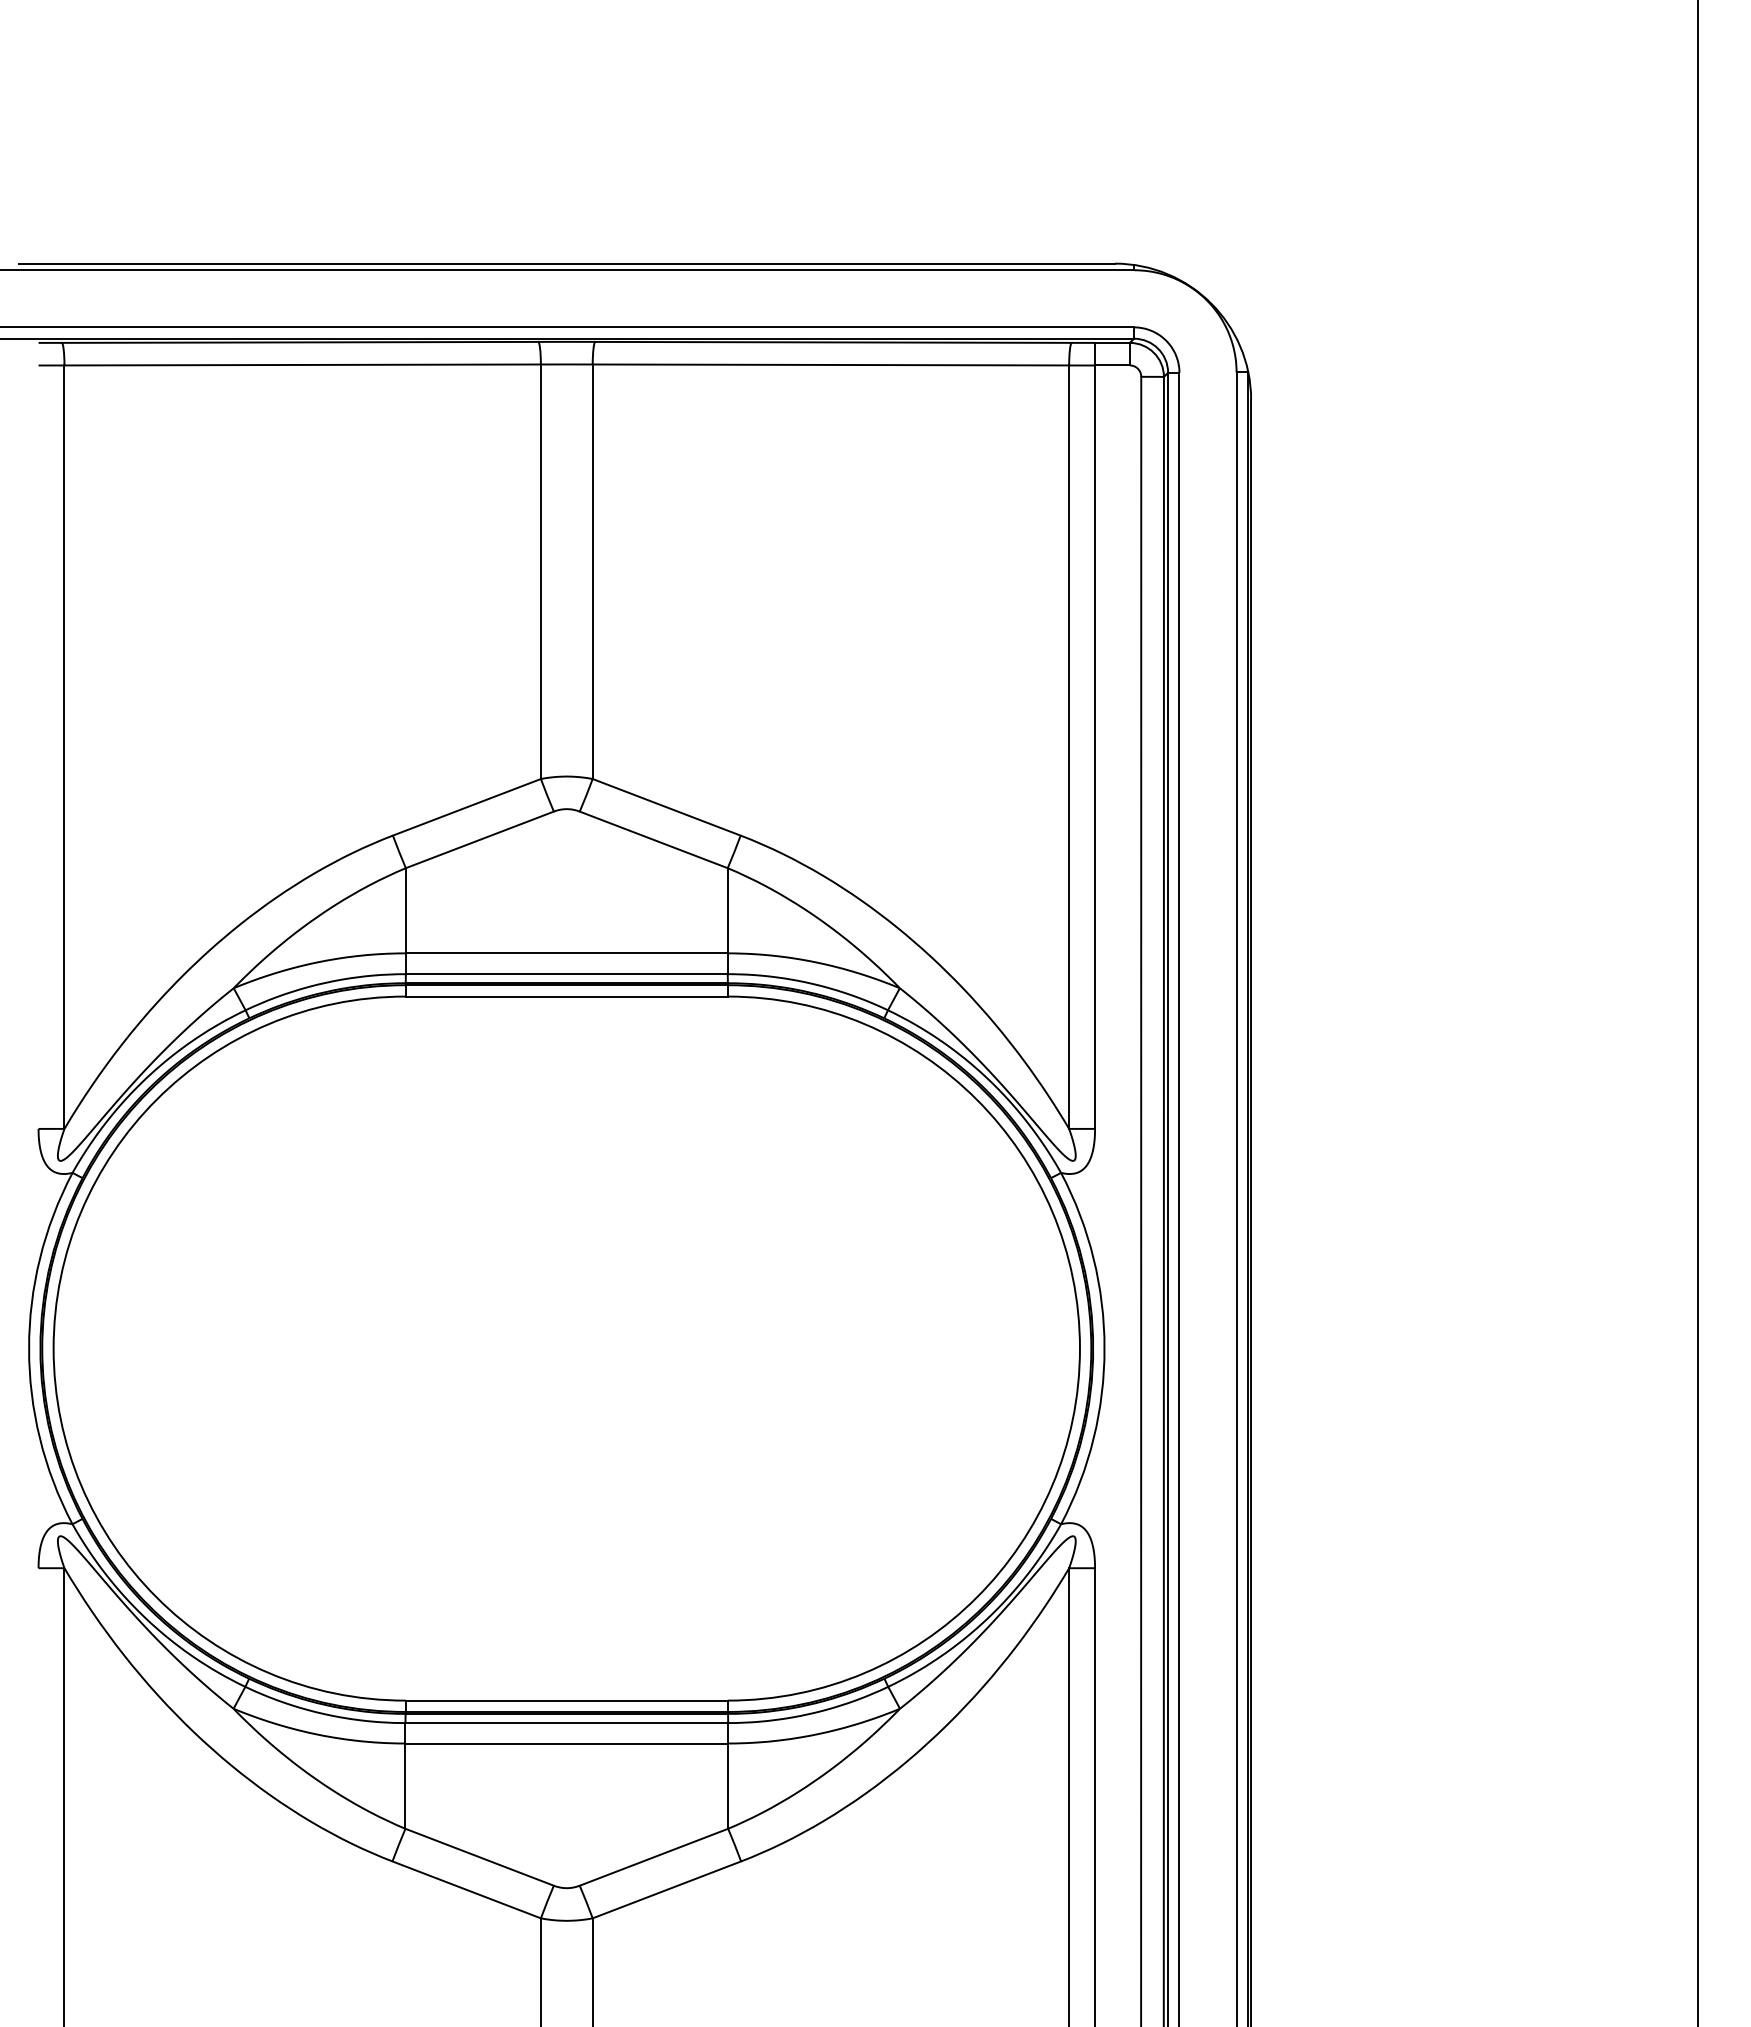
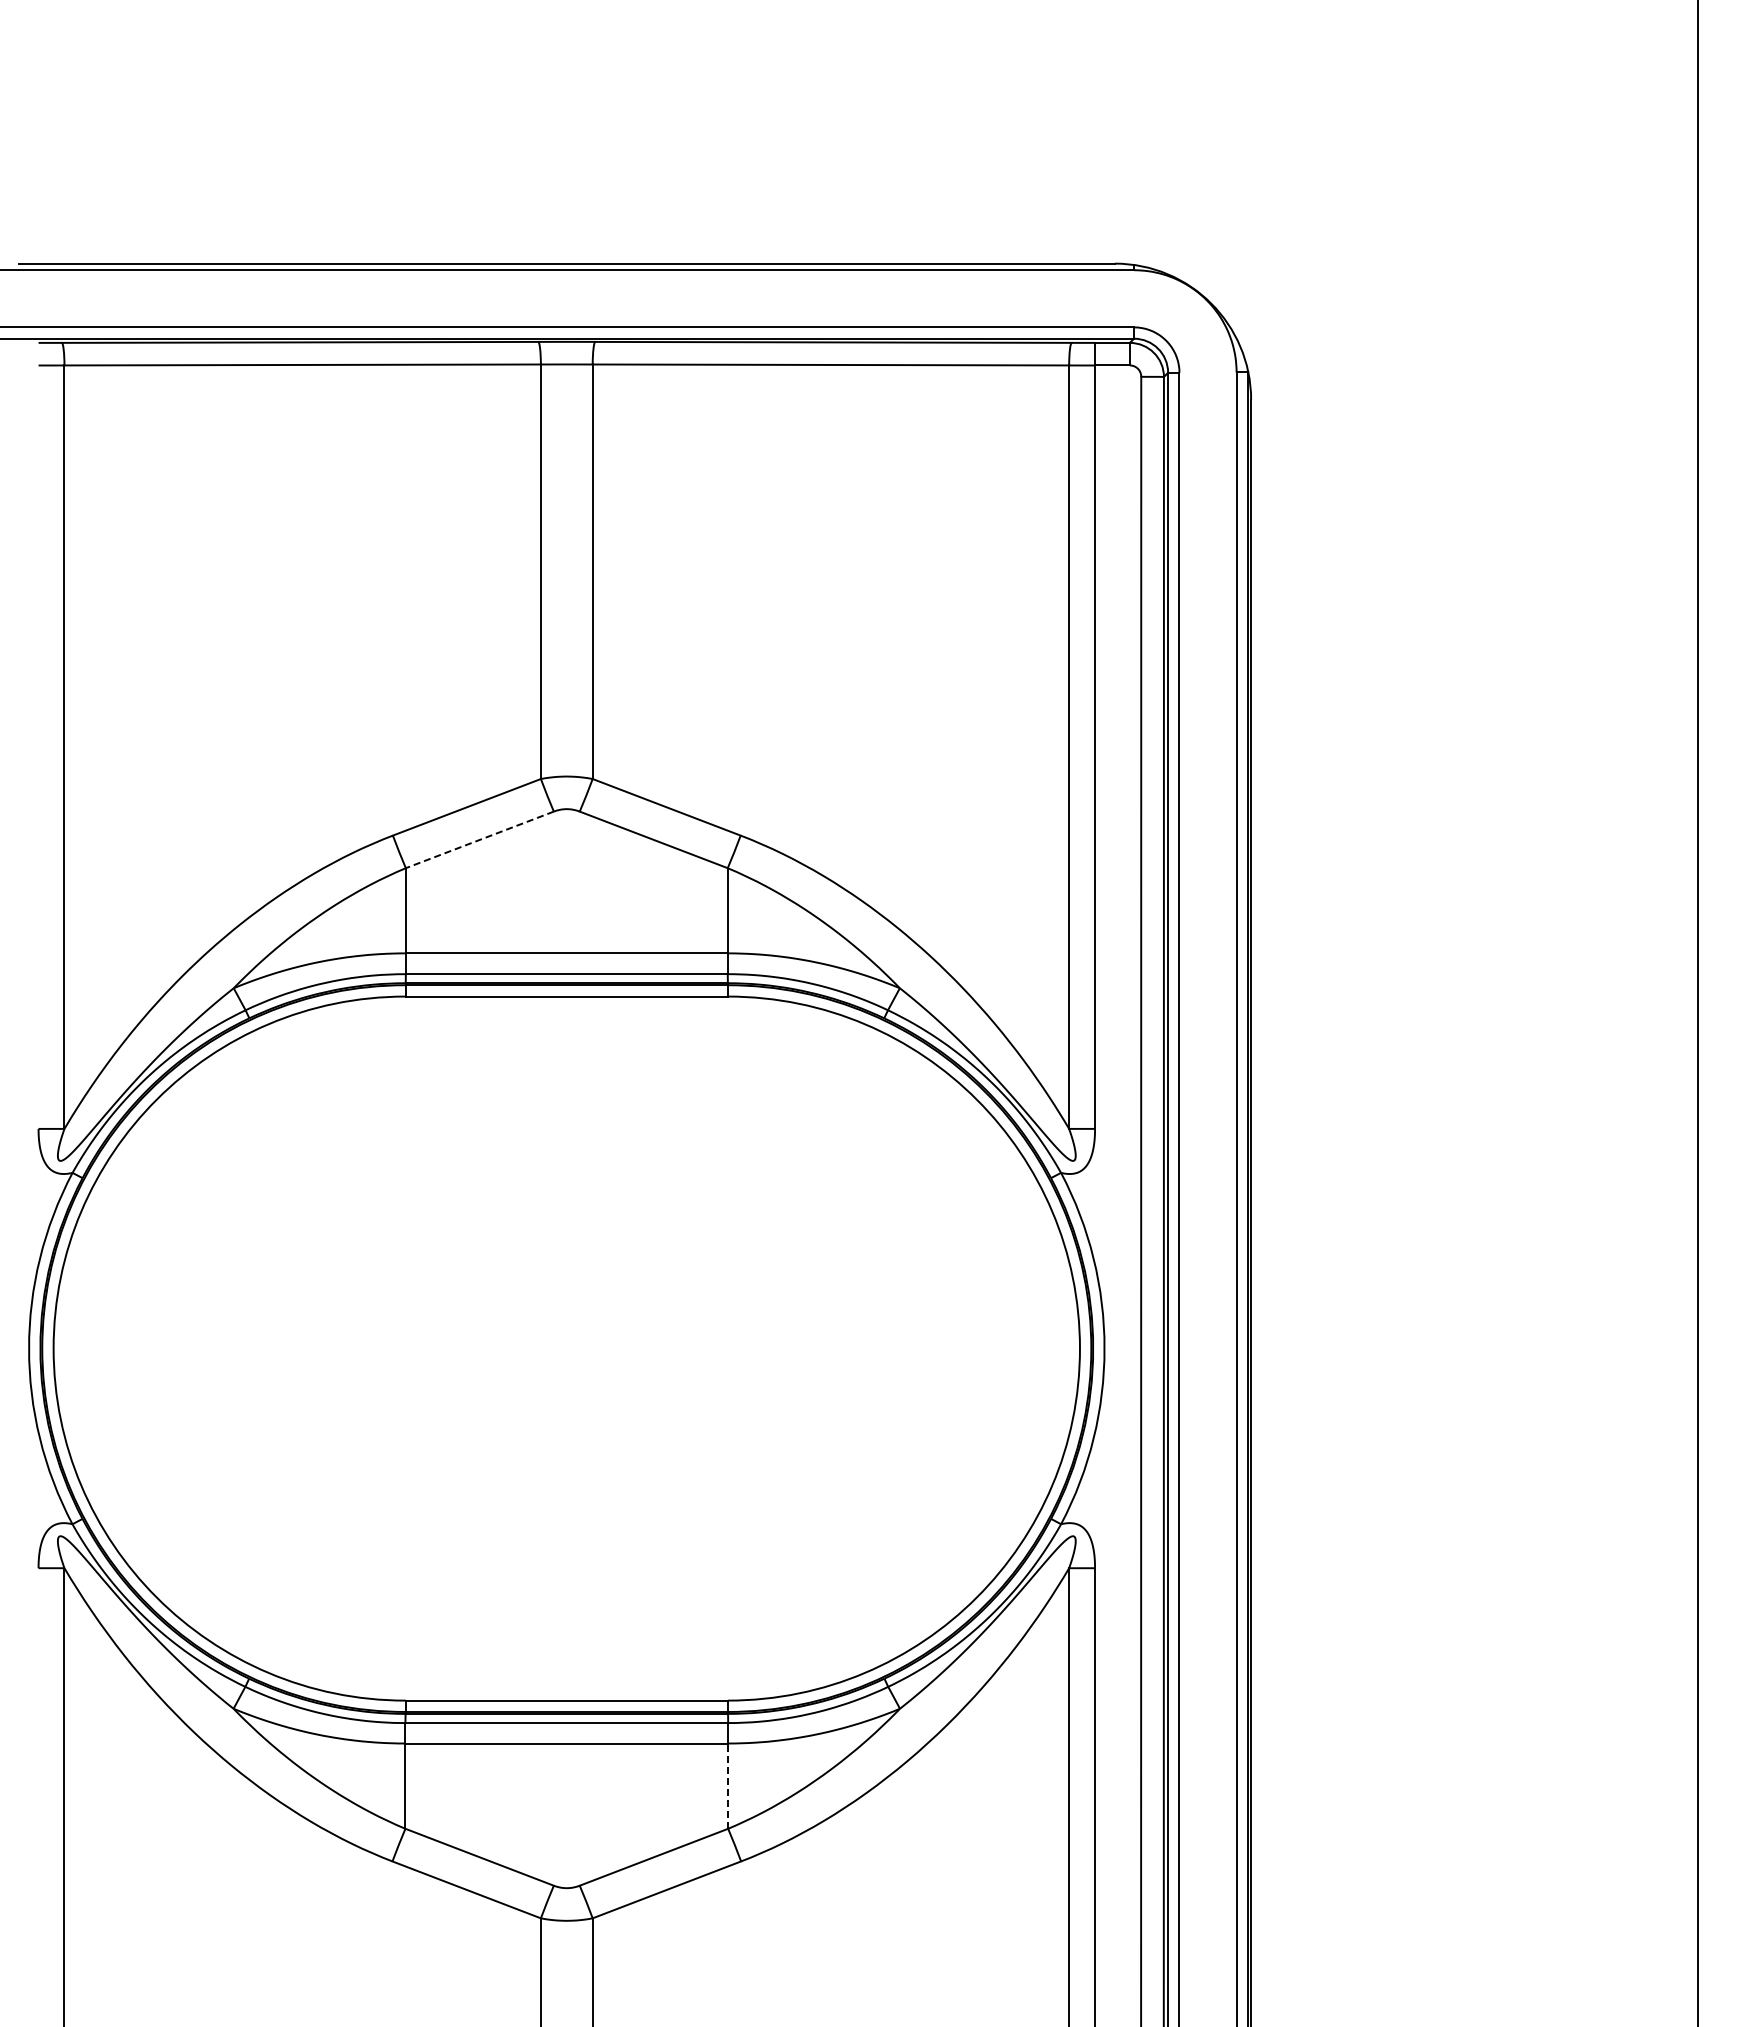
line at (479, 840): solid -> dashed
line at (728, 1786): solid -> dashed
